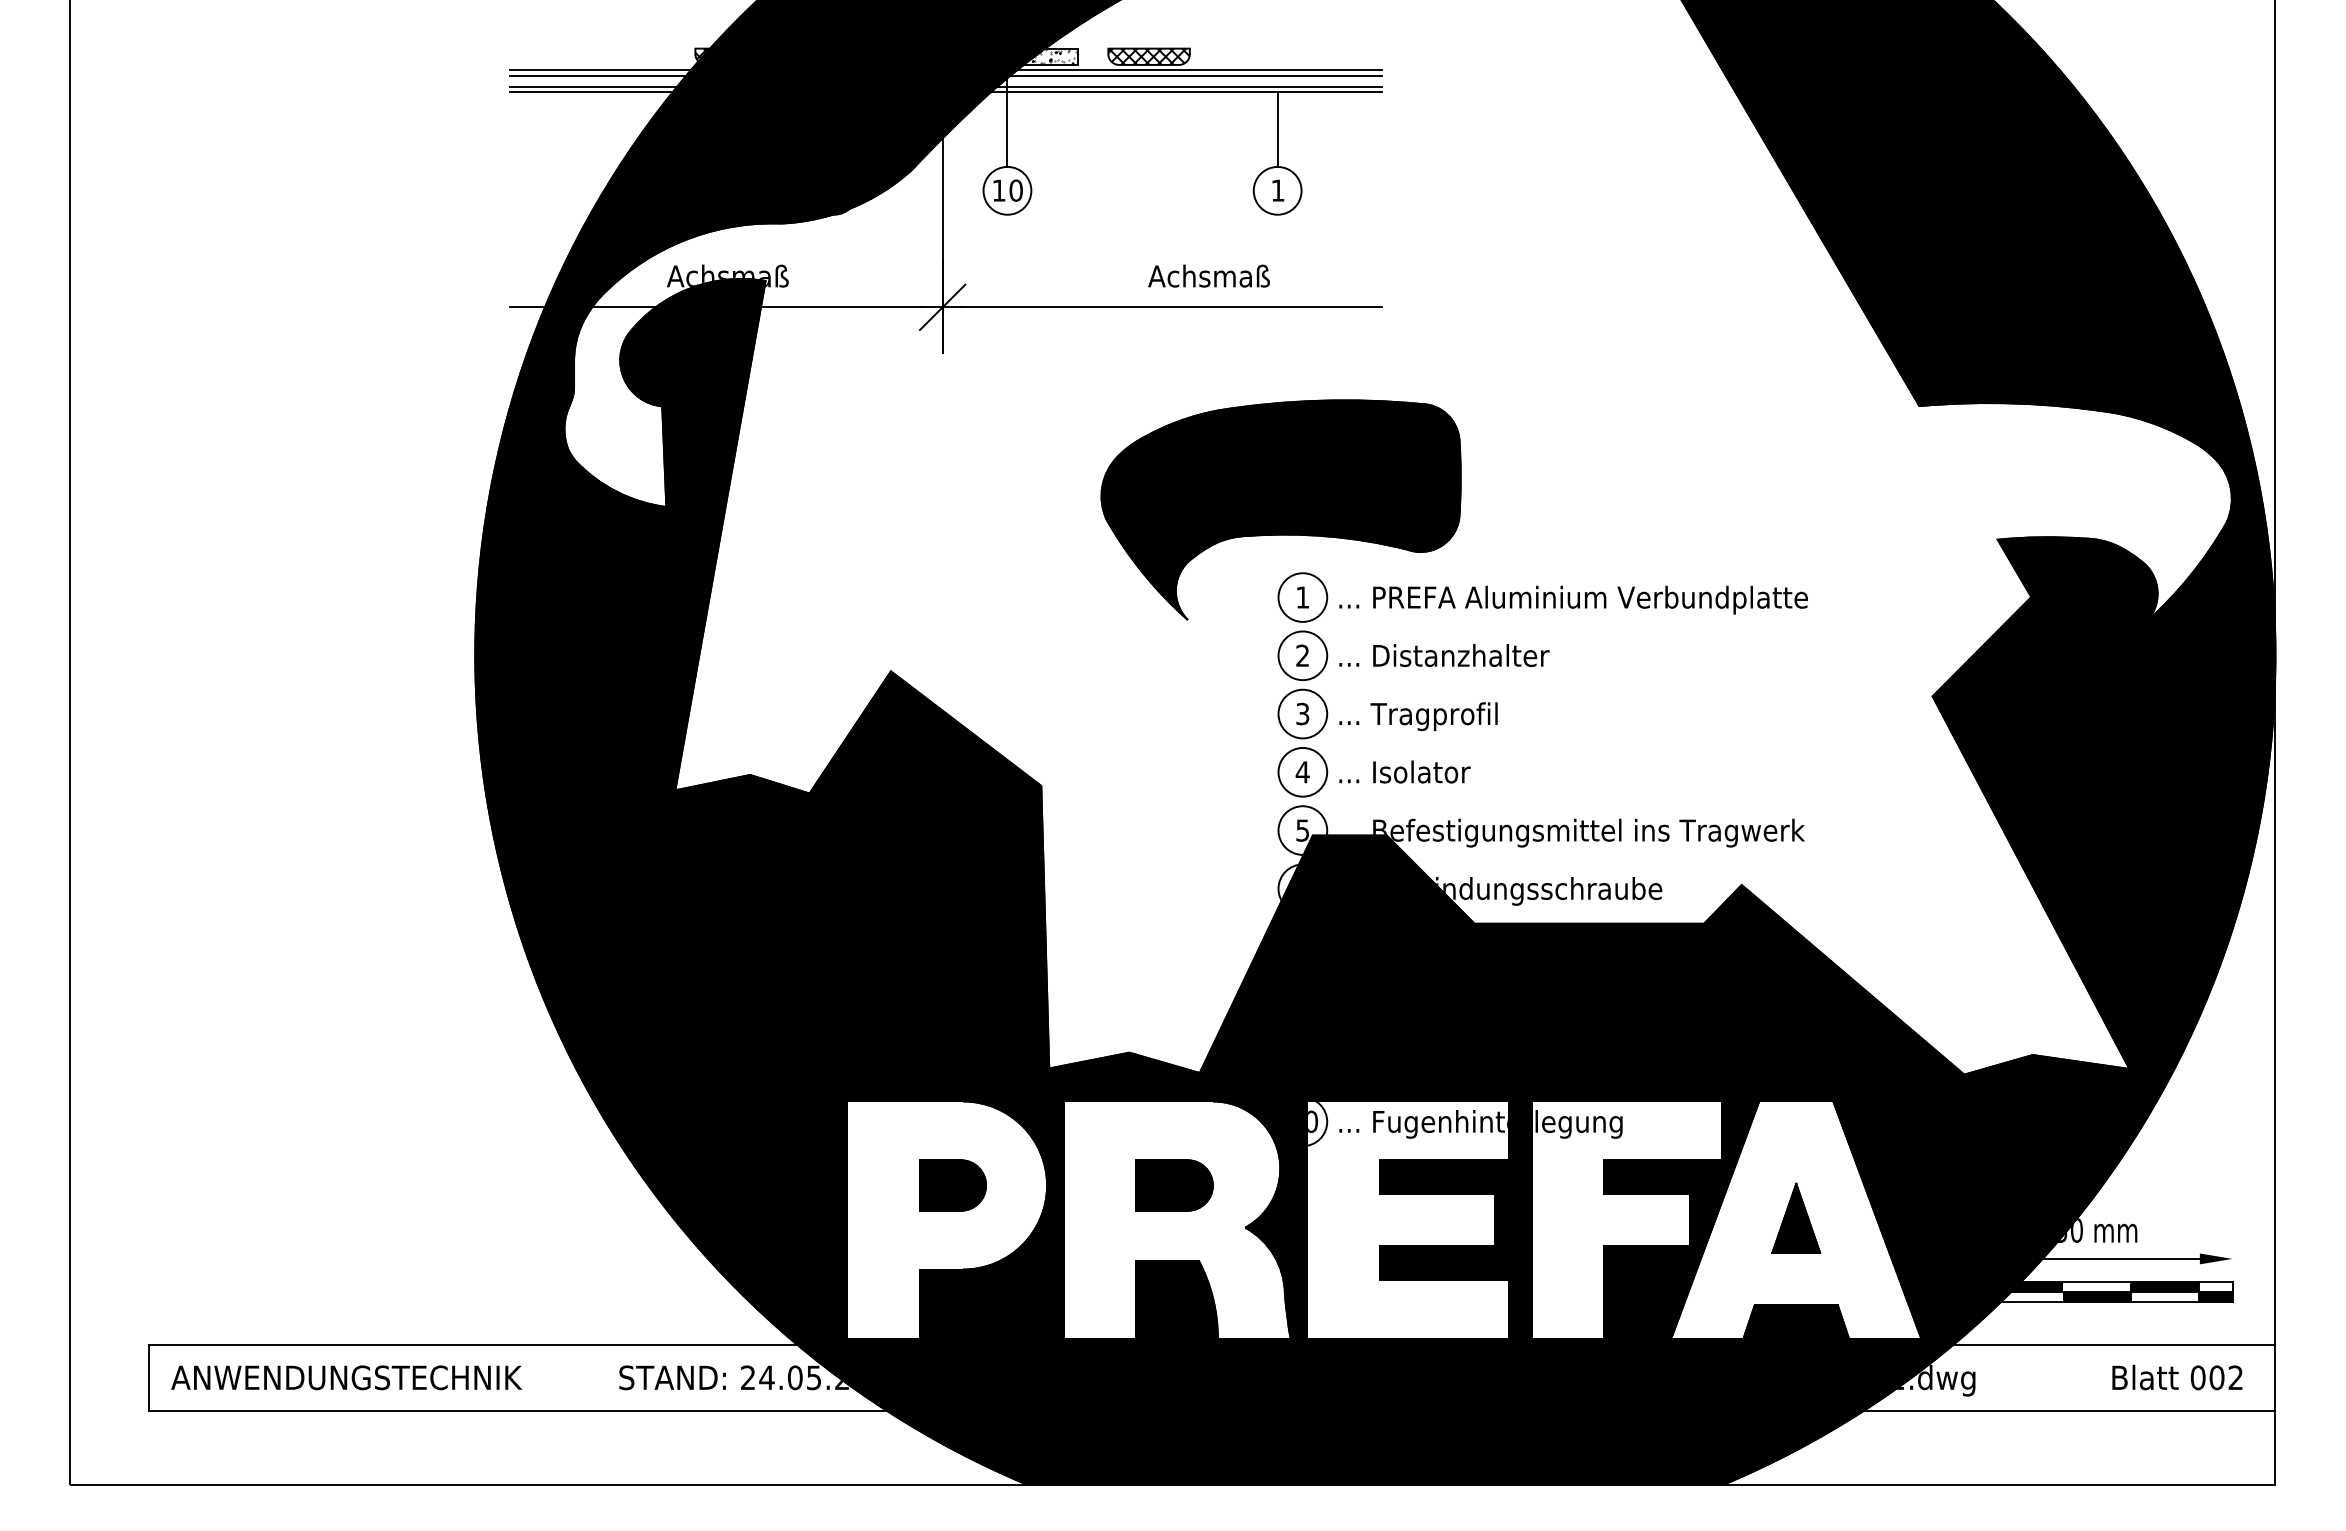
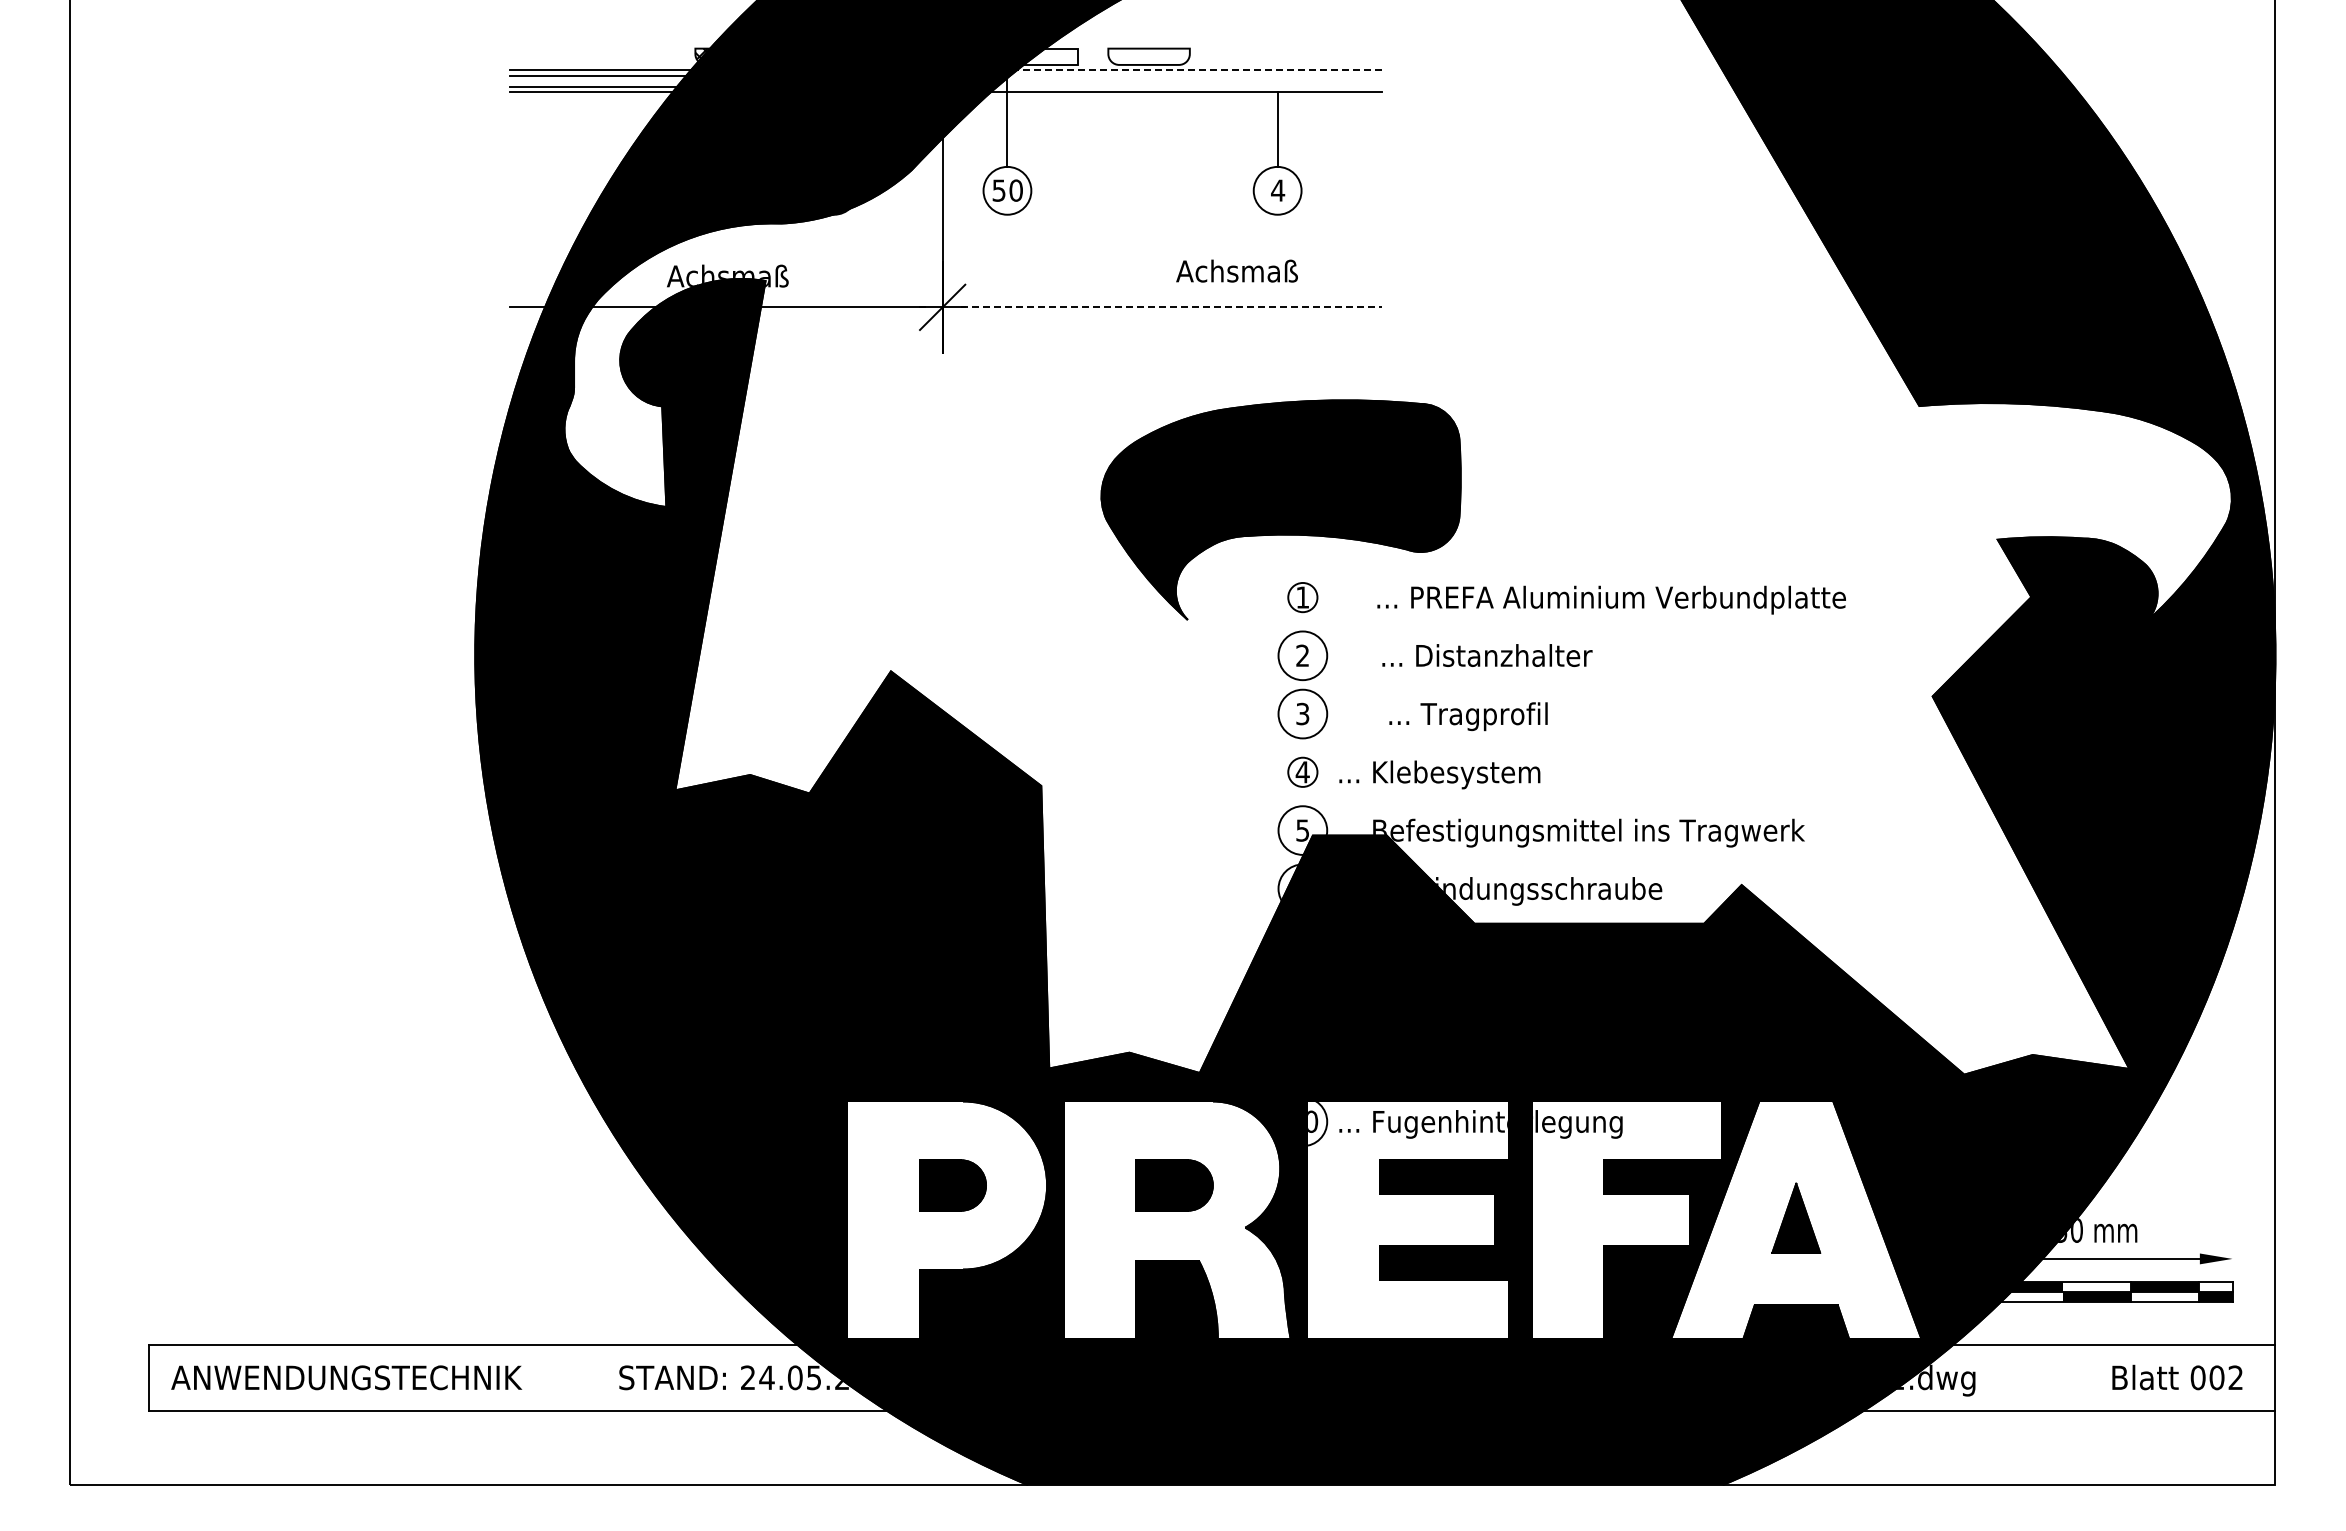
hatch at (1050, 56): present -> none
hatch at (1148, 56): present -> none
line at (1173, 70): solid -> dashed
line at (1173, 75): present -> none
line at (1173, 86): present -> none
text at (998, 190): 10 -> 50
text at (1278, 190): 1 -> 4
text at (1208, 275) position: (1208, 275) -> (1236, 270)
line at (1171, 307): solid -> dashed
circle at (1302, 597) diameter: 49 px -> 29 px
text at (1573, 599) position: (1573, 599) -> (1611, 599)
text at (1444, 655) position: (1444, 655) -> (1487, 655)
text at (1418, 716) position: (1418, 716) -> (1468, 716)
circle at (1302, 771) diameter: 49 px -> 29 px
text at (1457, 774): ... Isolator -> ... Klebesystem
